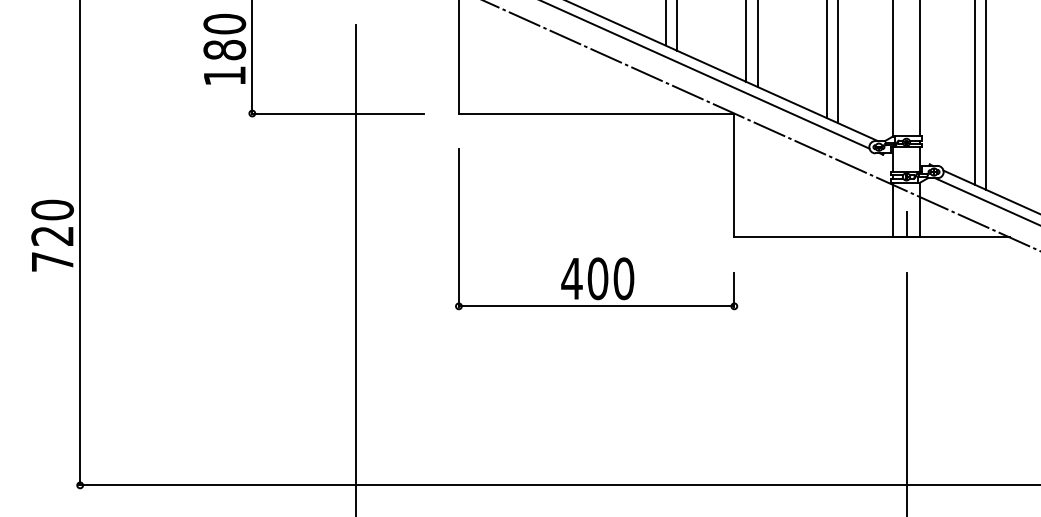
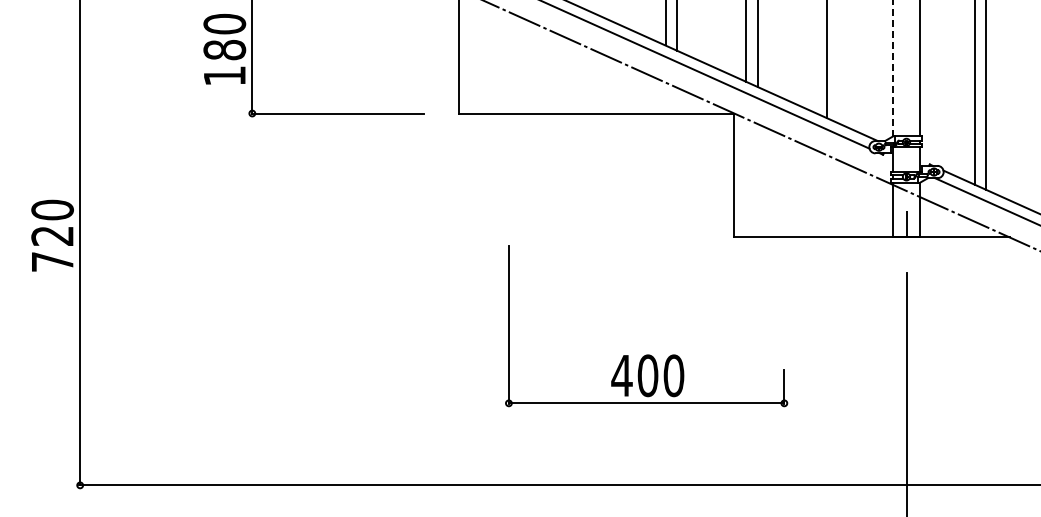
line at (838, 62): present -> none
line at (892, 68): solid -> dashed
part at (596, 257) position: (596, 257) -> (646, 354)
line at (355, 268): present -> none
